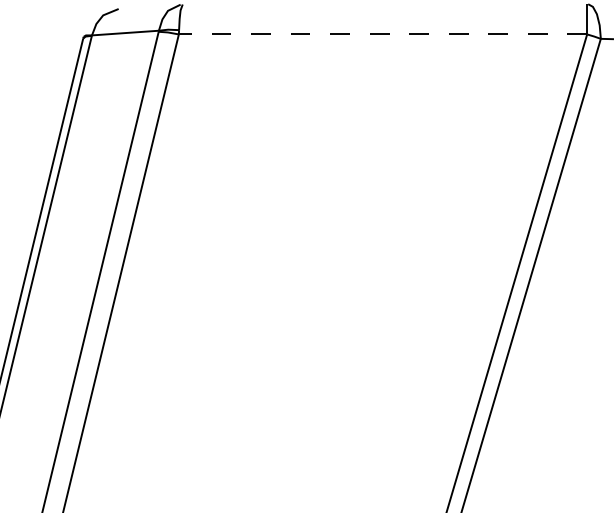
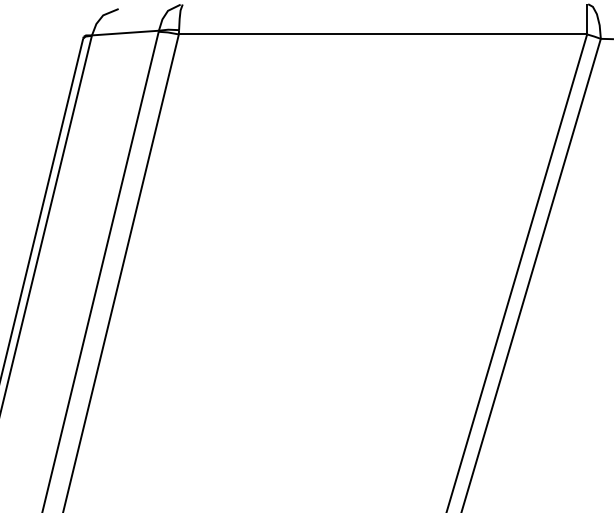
line at (382, 34): dashed -> solid
